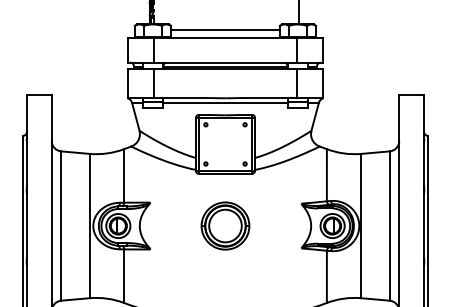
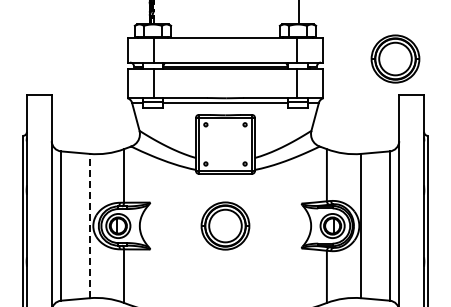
line at (225, 29): present -> none
part at (395, 58): none -> present
line at (89, 225): solid -> dashed
